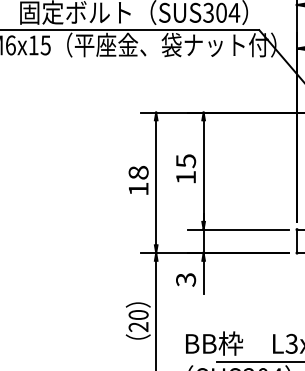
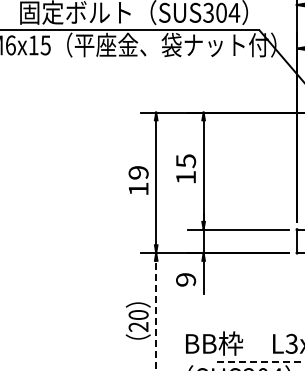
text at (138, 172): 18 -> 19
text at (185, 279): 3 -> 9
line at (156, 315): solid -> dashed
line at (260, 361): solid -> dashed
